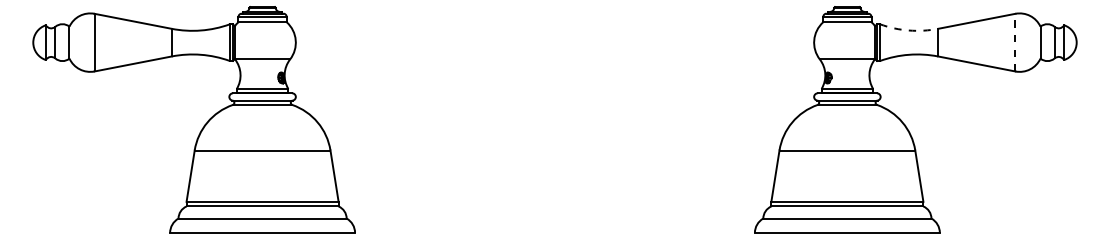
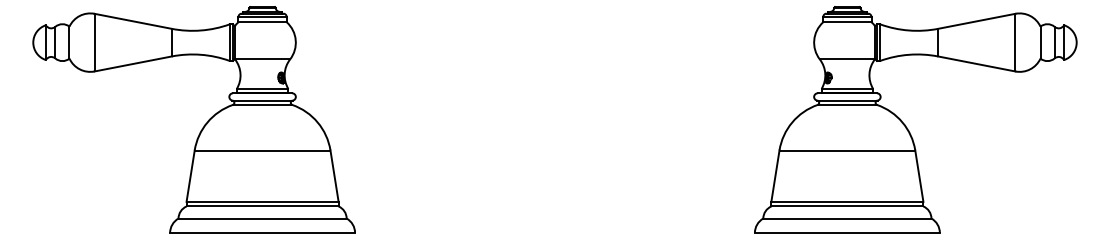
arc at (908, 30): dashed -> solid
line at (1015, 42): dashed -> solid
